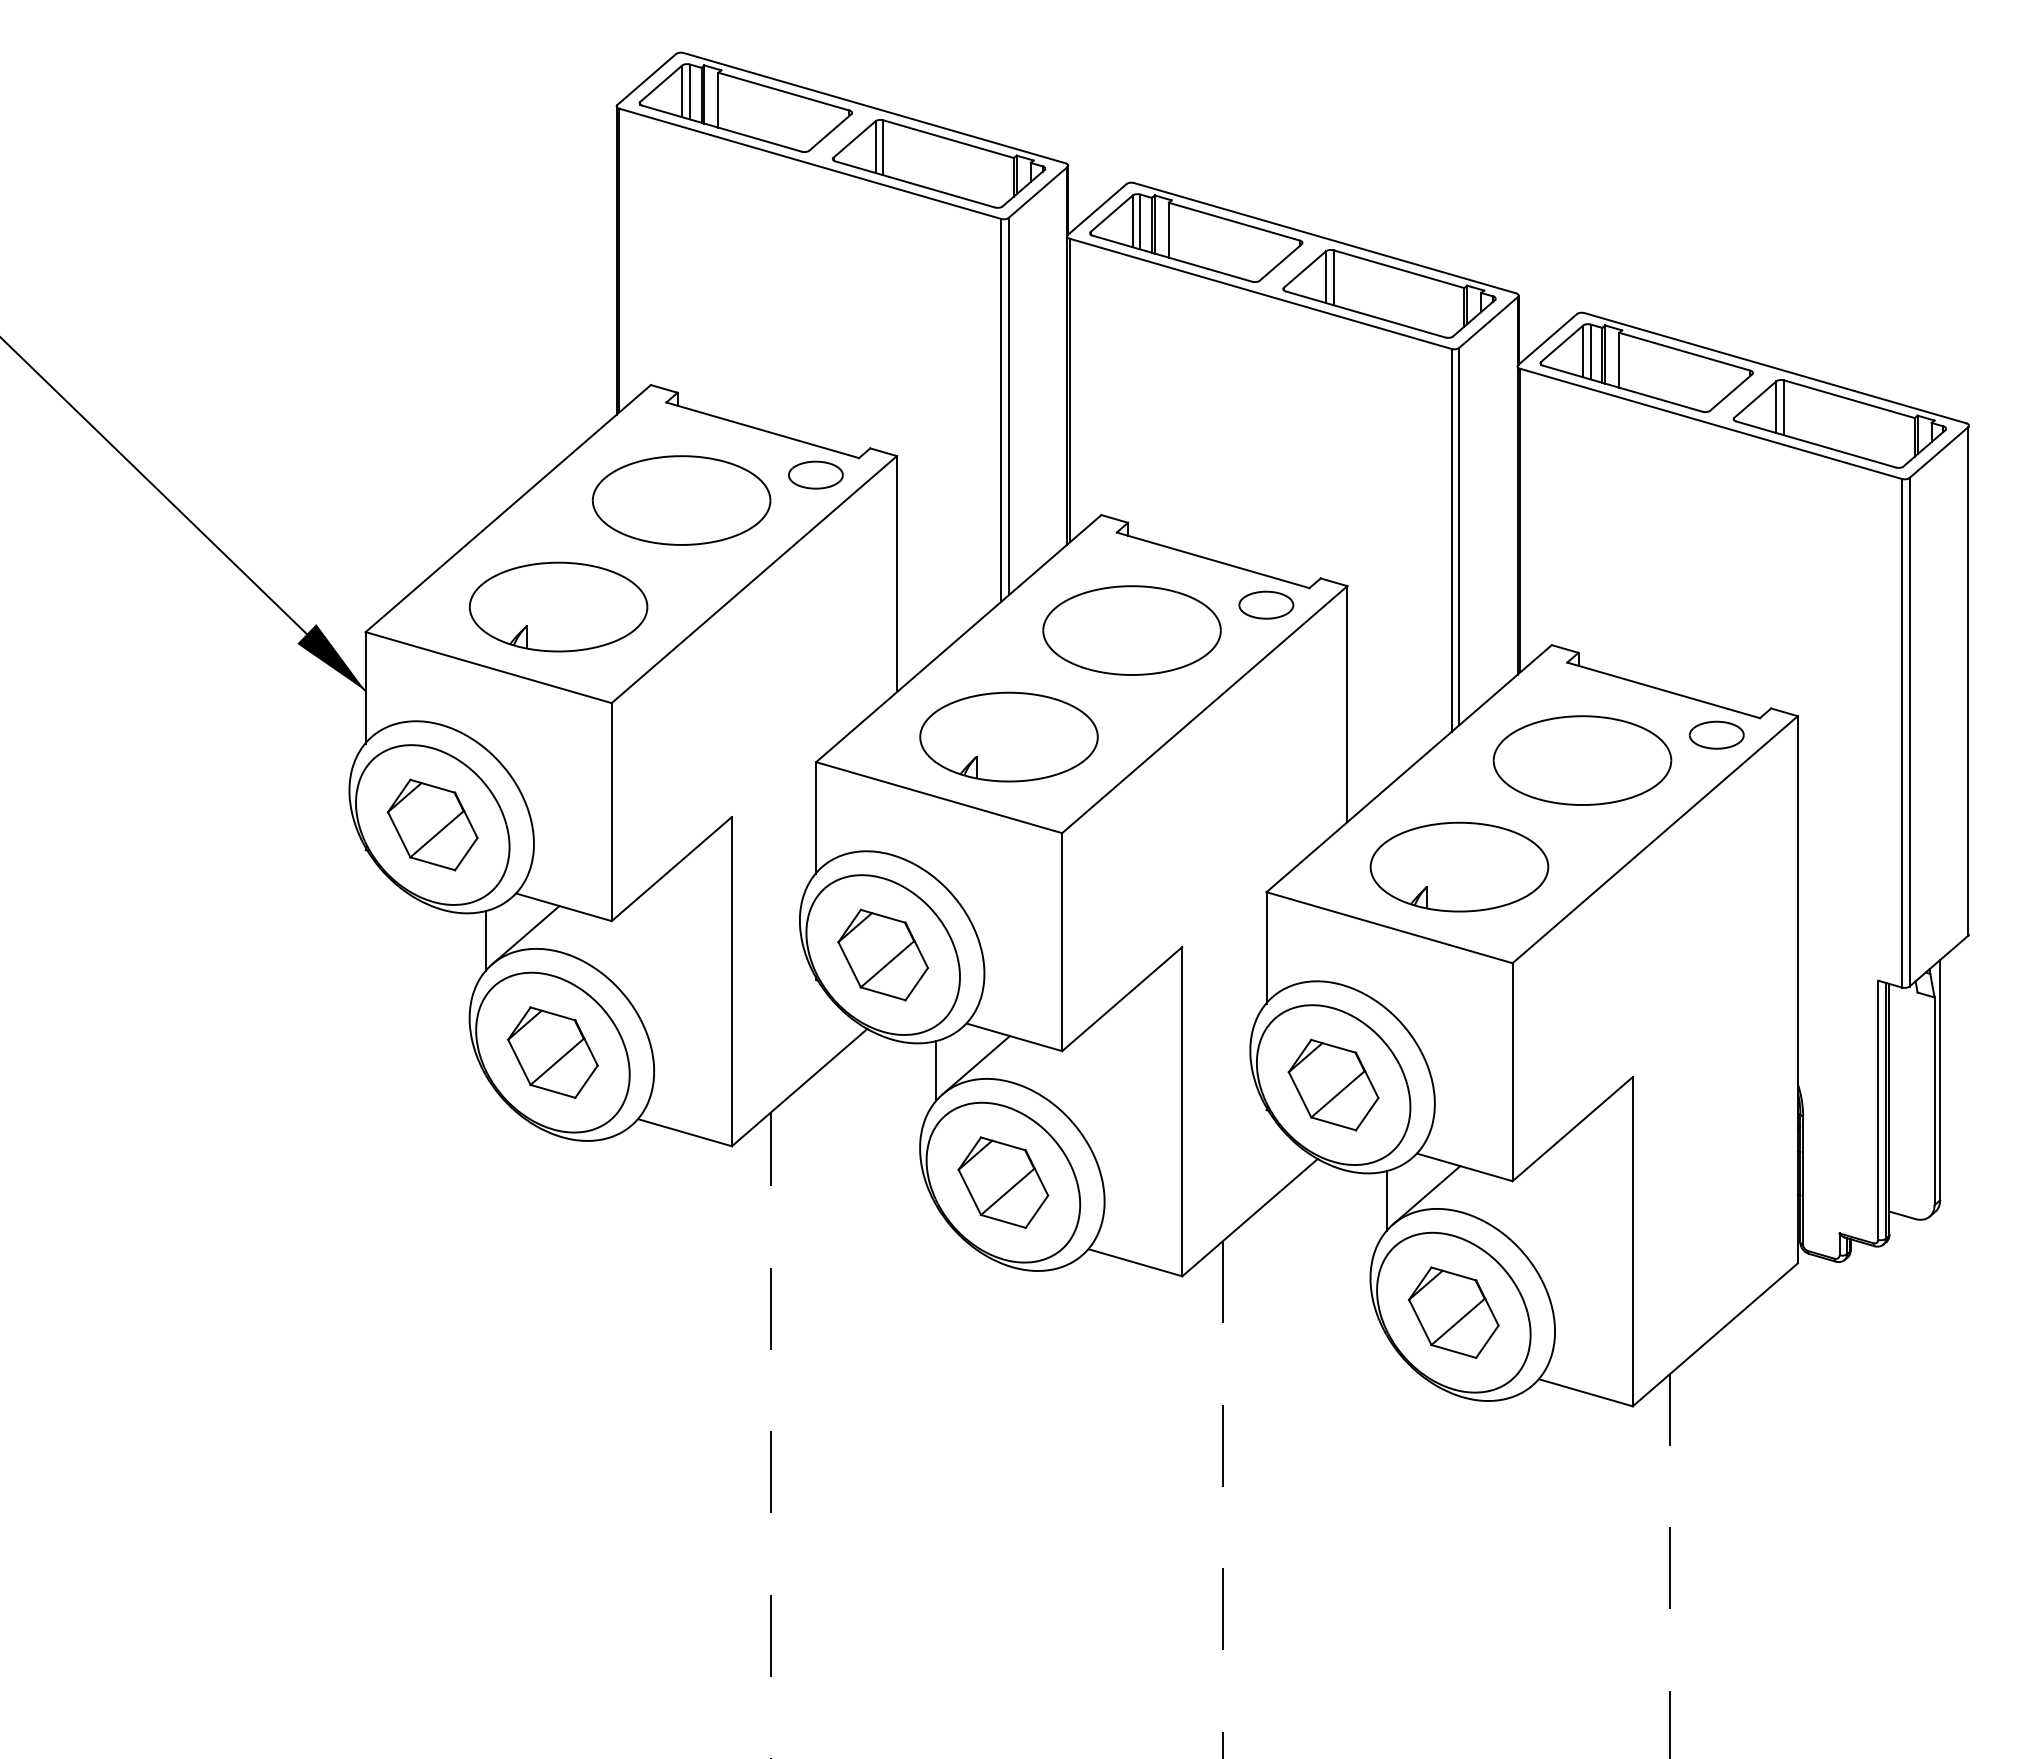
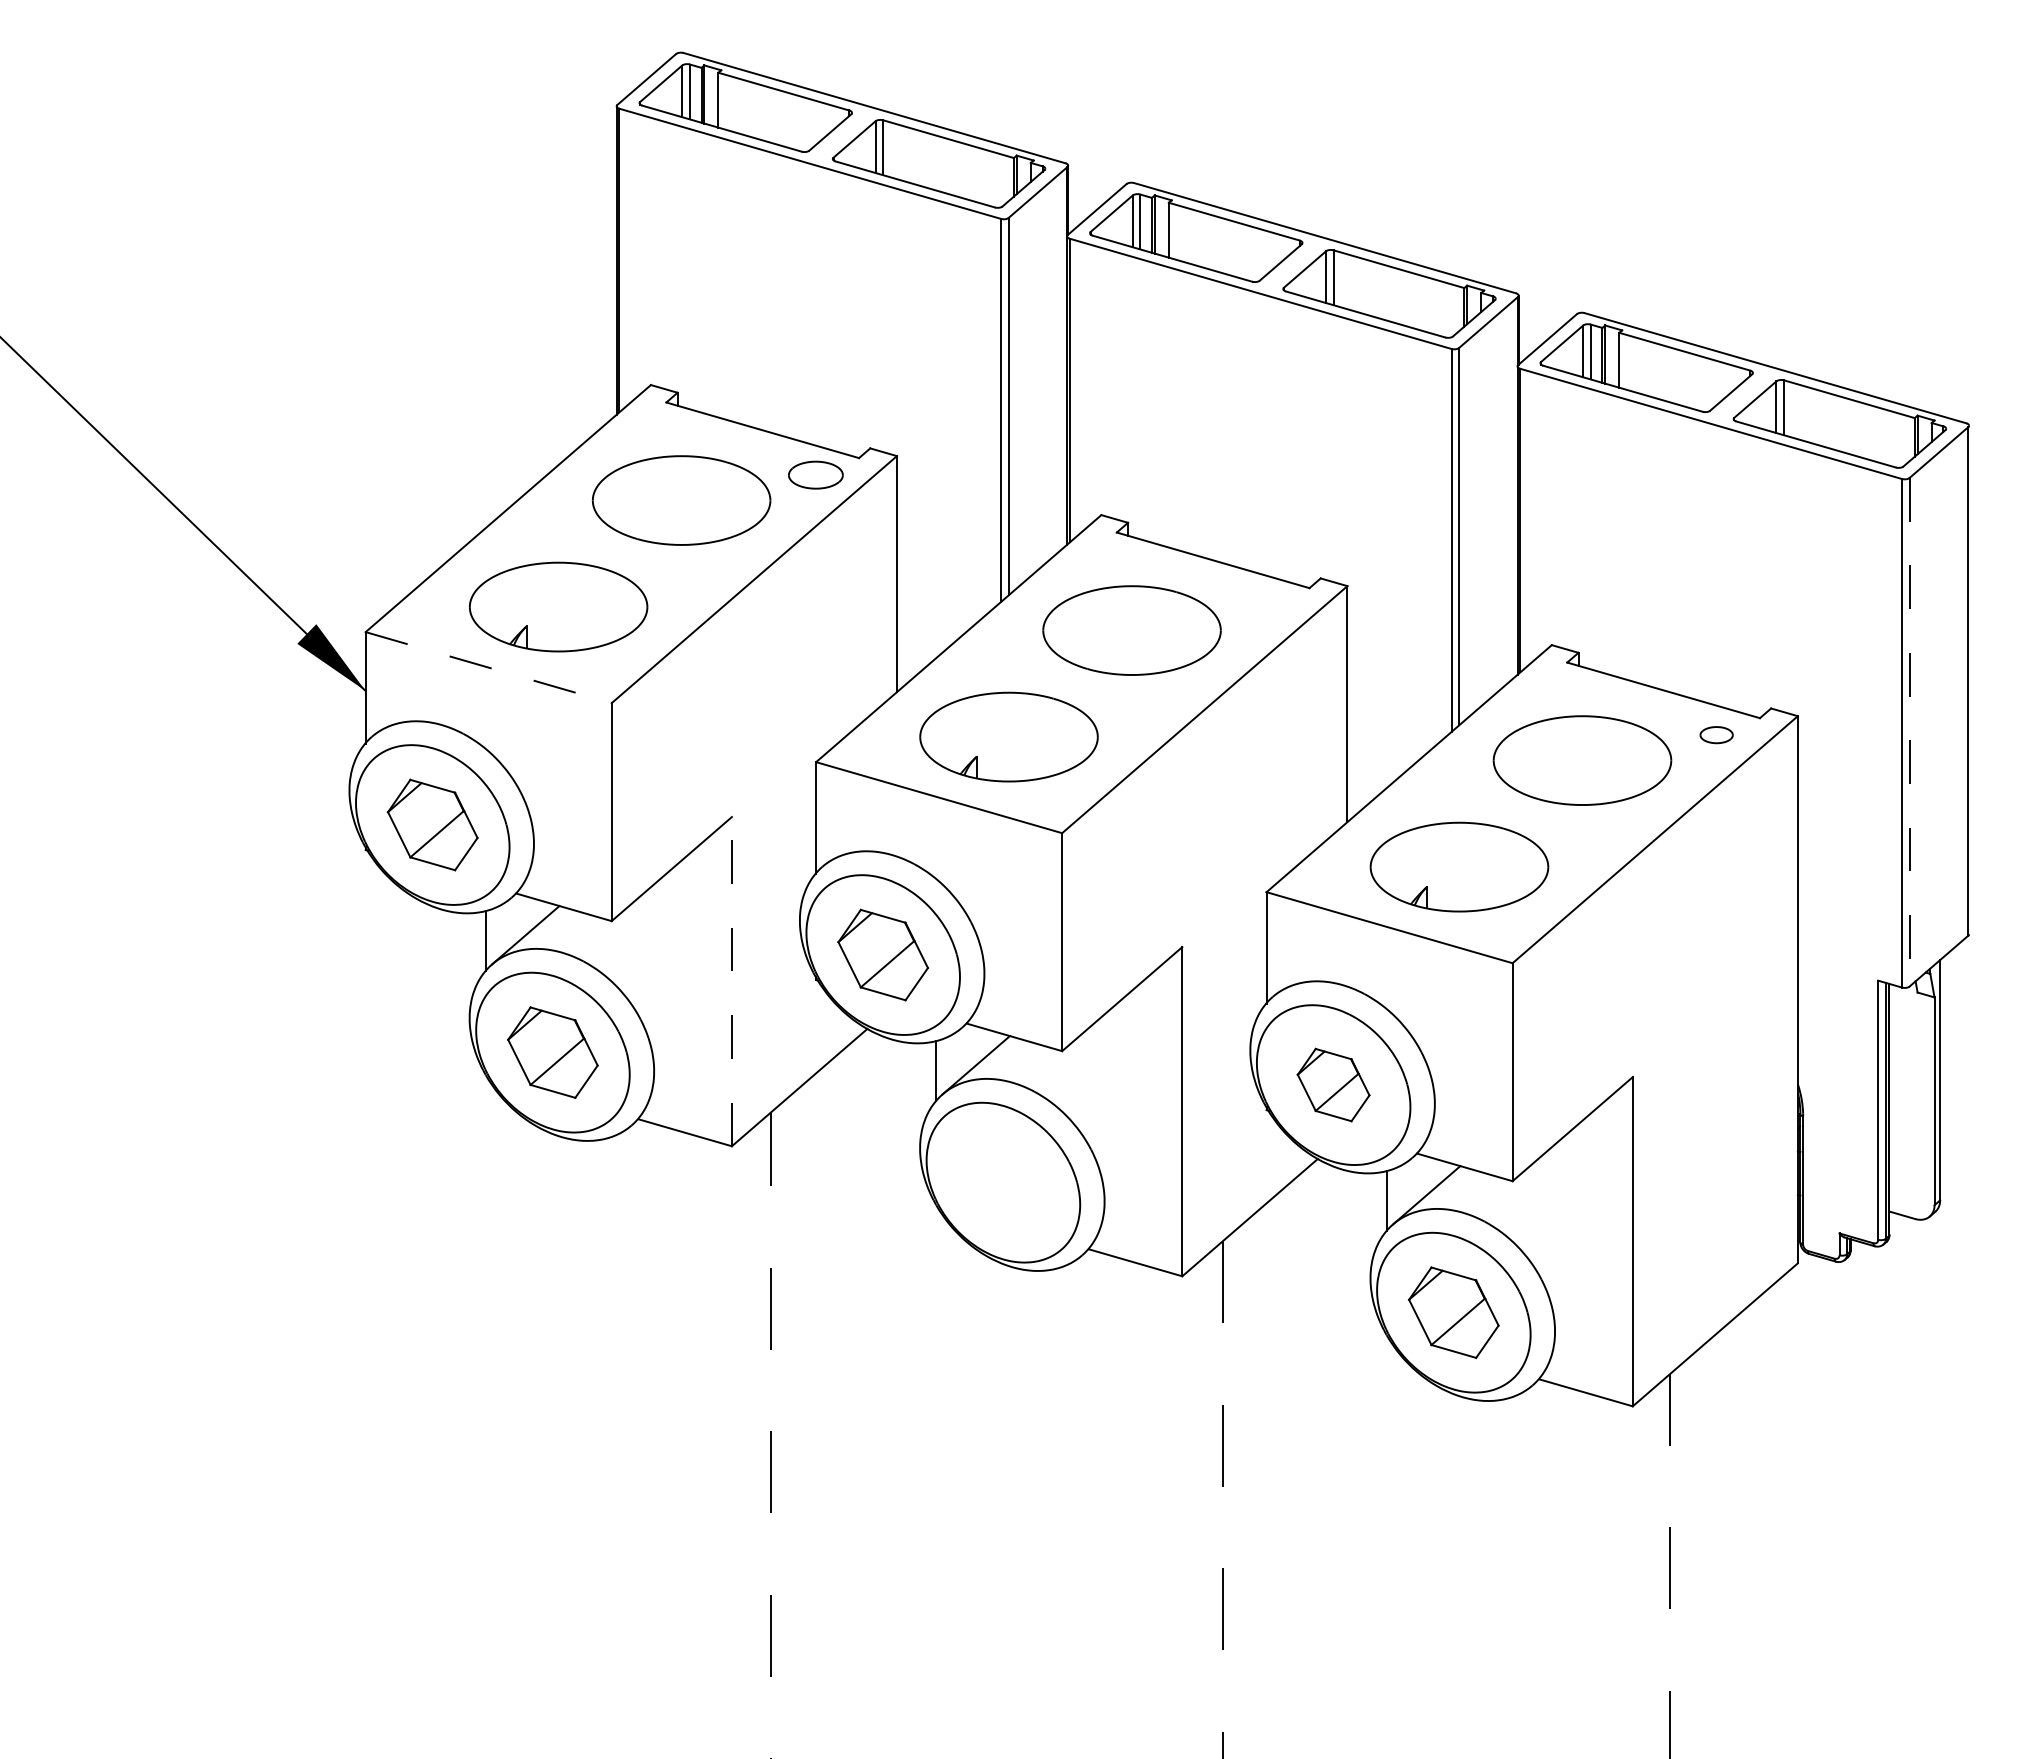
part at (1266, 604): present -> none
line at (489, 667): solid -> dashed
line at (1909, 732): solid -> dashed
part at (1716, 734) size: 57x30 px -> 35x19 px
line at (731, 981): solid -> dashed
part at (1333, 1084) size: 93x94 px -> 75x76 px
part at (1003, 1182): present -> none
